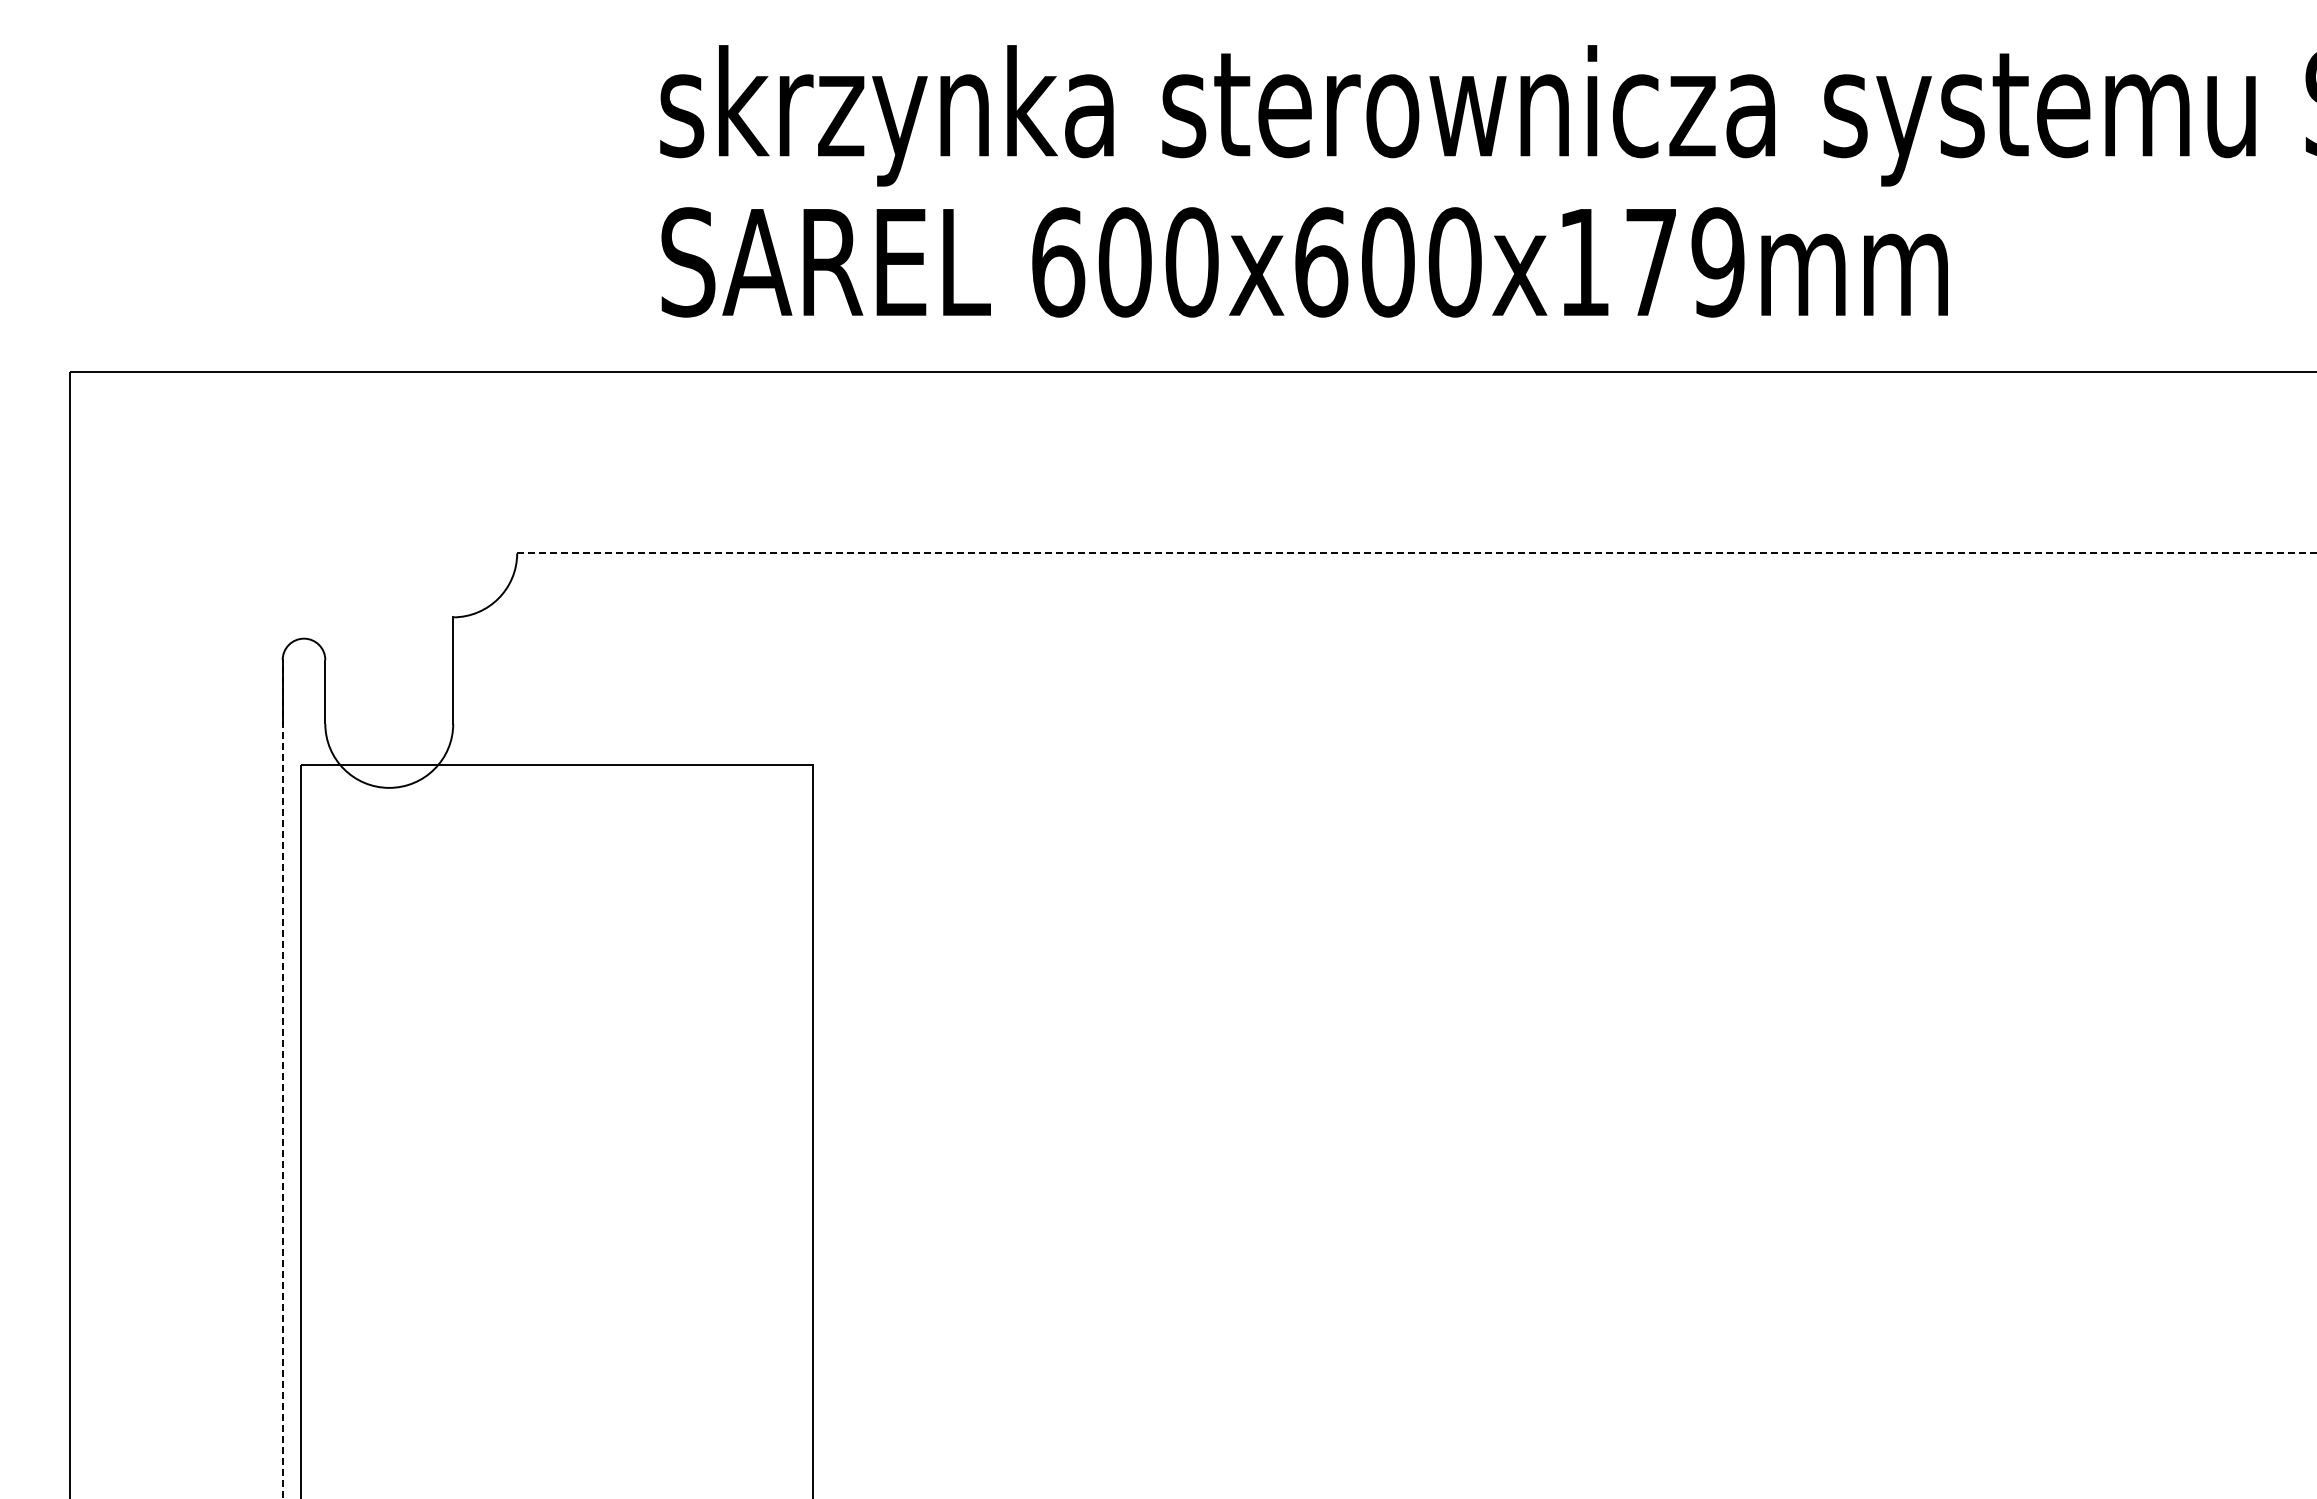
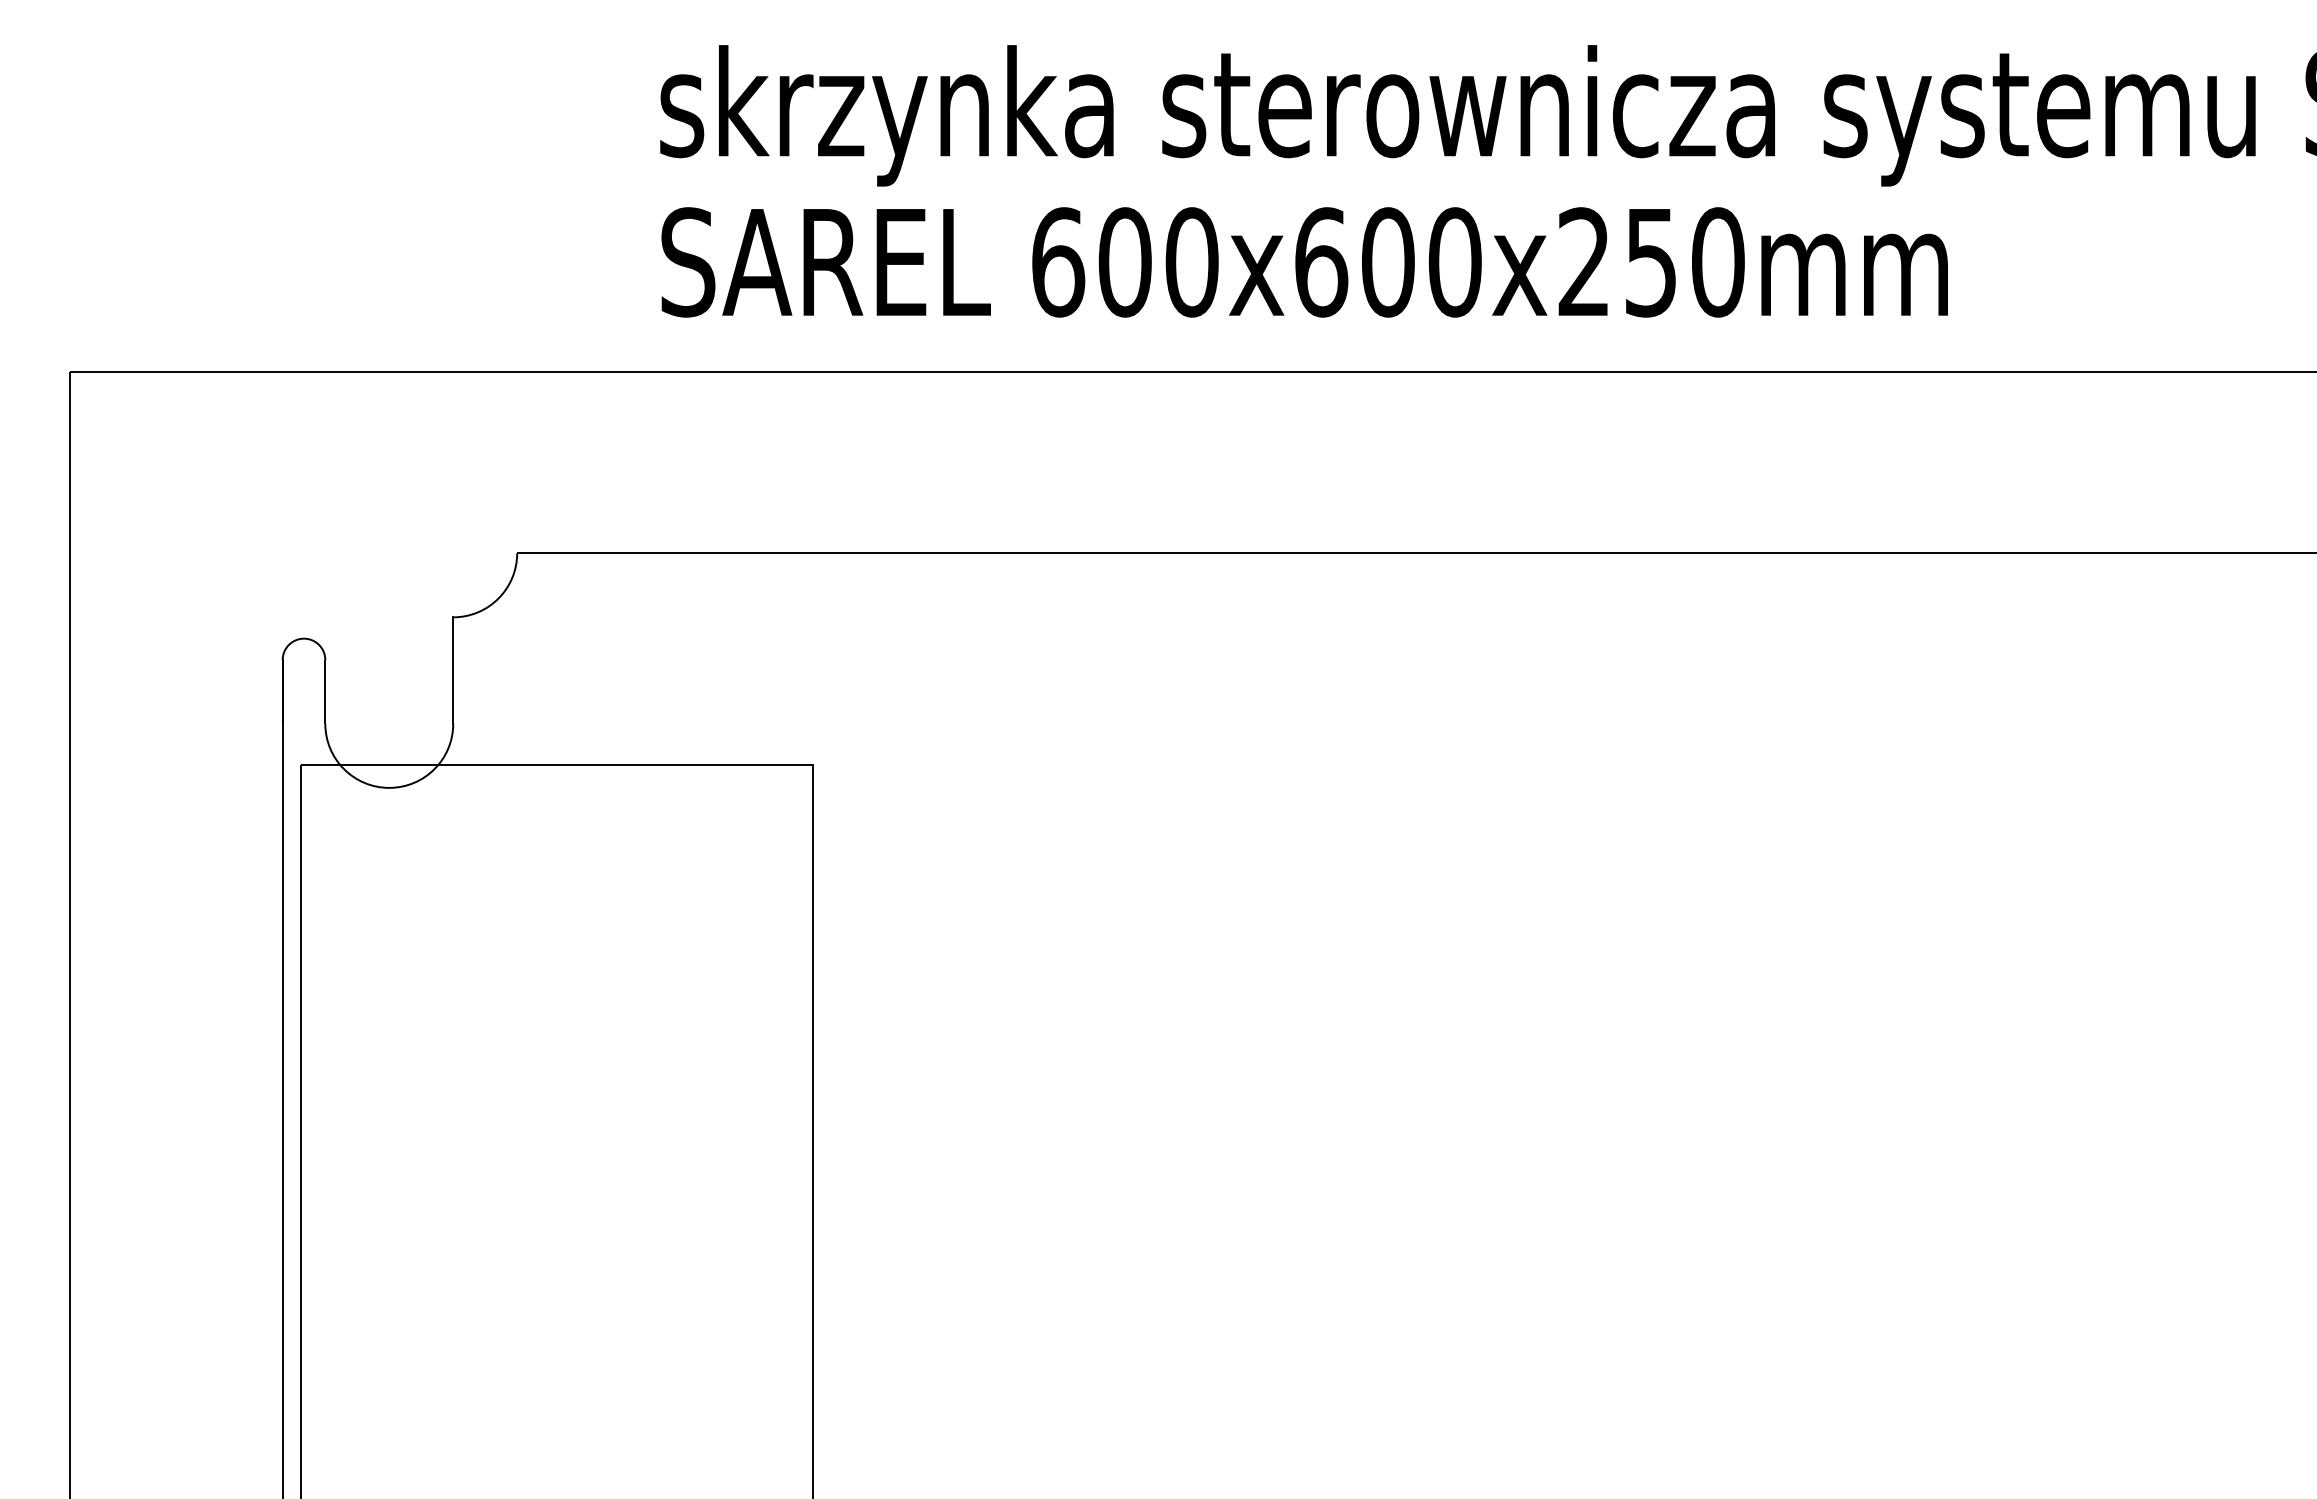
text at (1651, 262): 600x600x179mm -> 600x600x250mm
line at (1416, 553): dashed -> solid
line at (282, 1078): dashed -> solid
